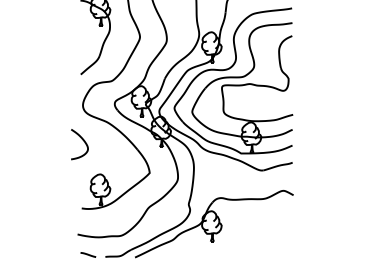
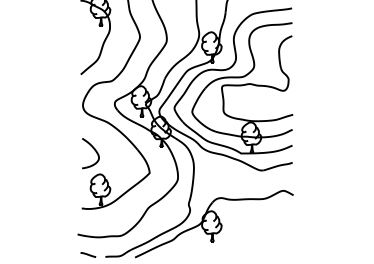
curve at (82, 140) position: (82, 140) -> (93, 149)
